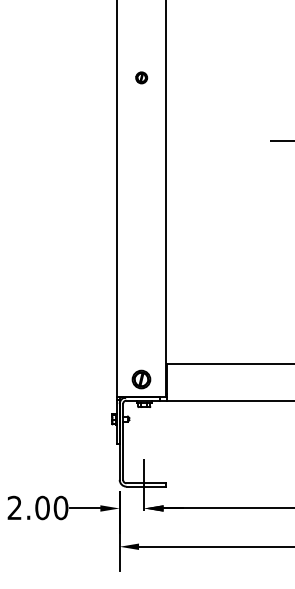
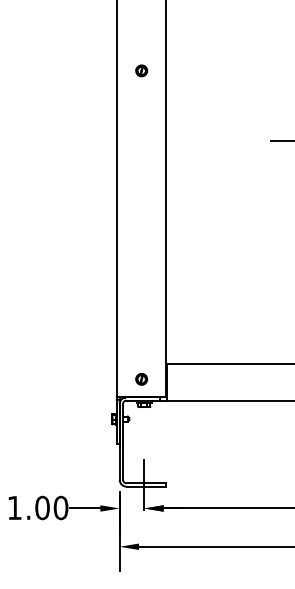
part at (141, 77) position: (141, 77) -> (141, 70)
part at (141, 379) size: 21x21 px -> 14x14 px
text at (14, 507): 2.00 -> 1.00
